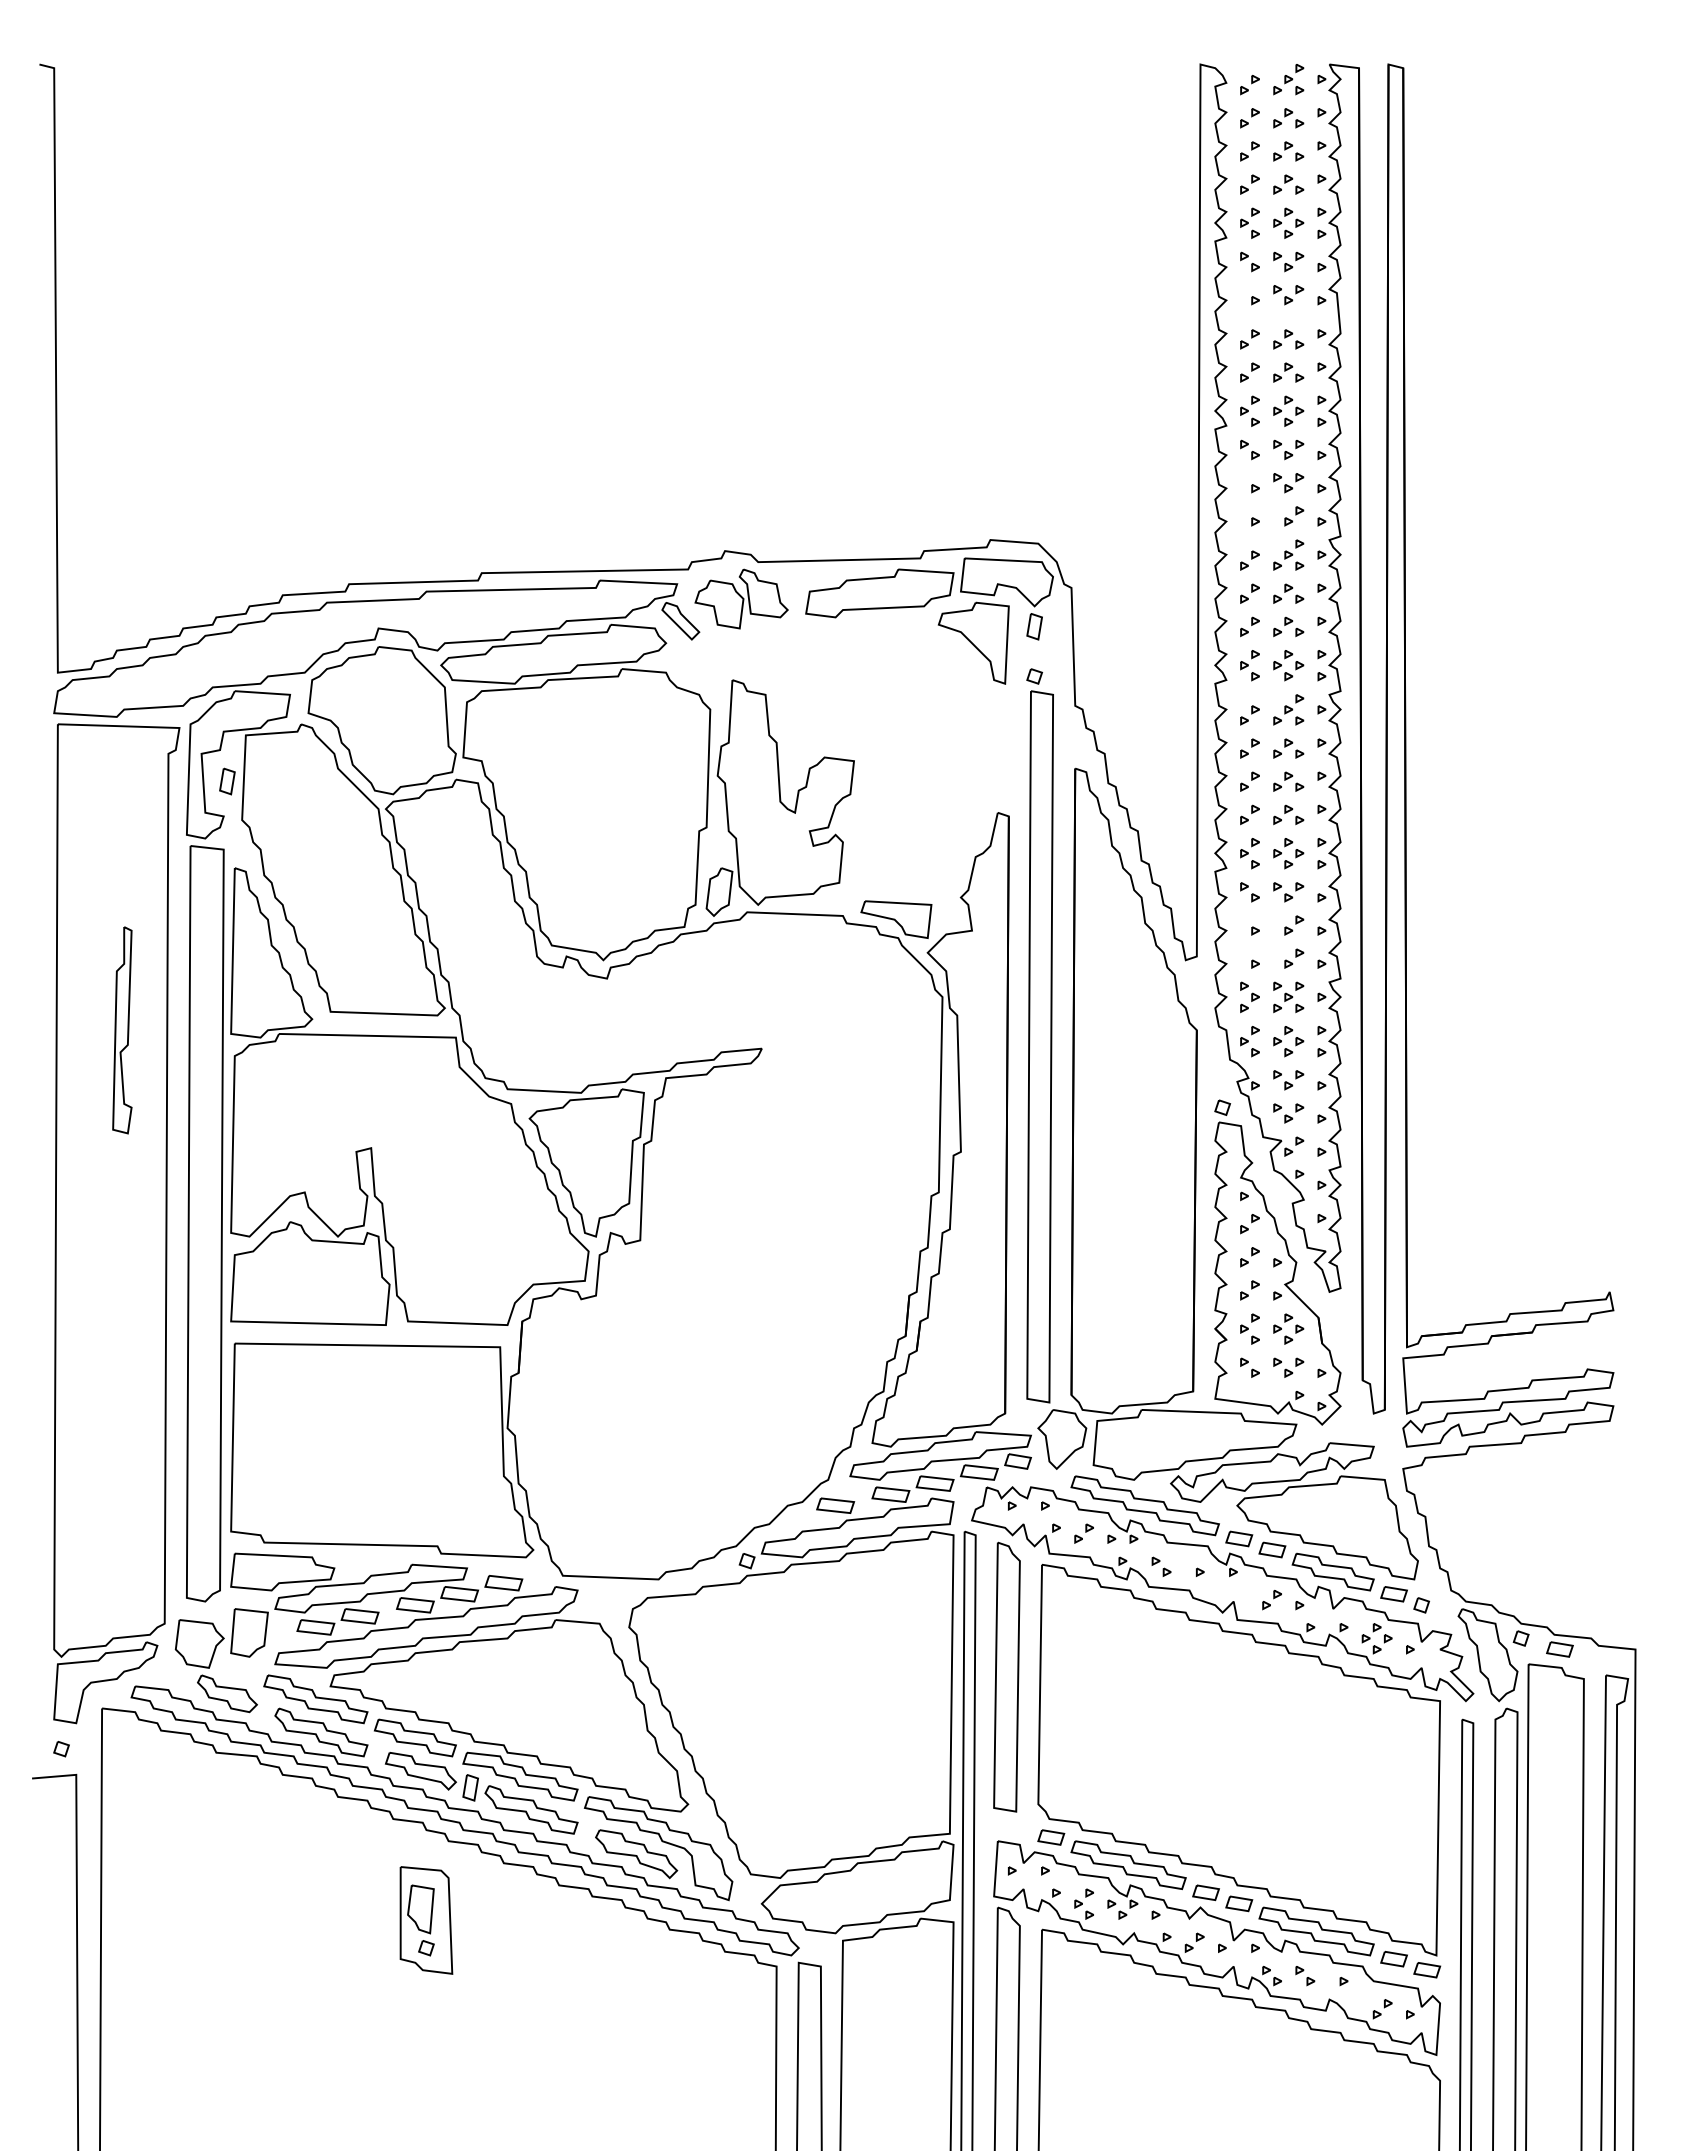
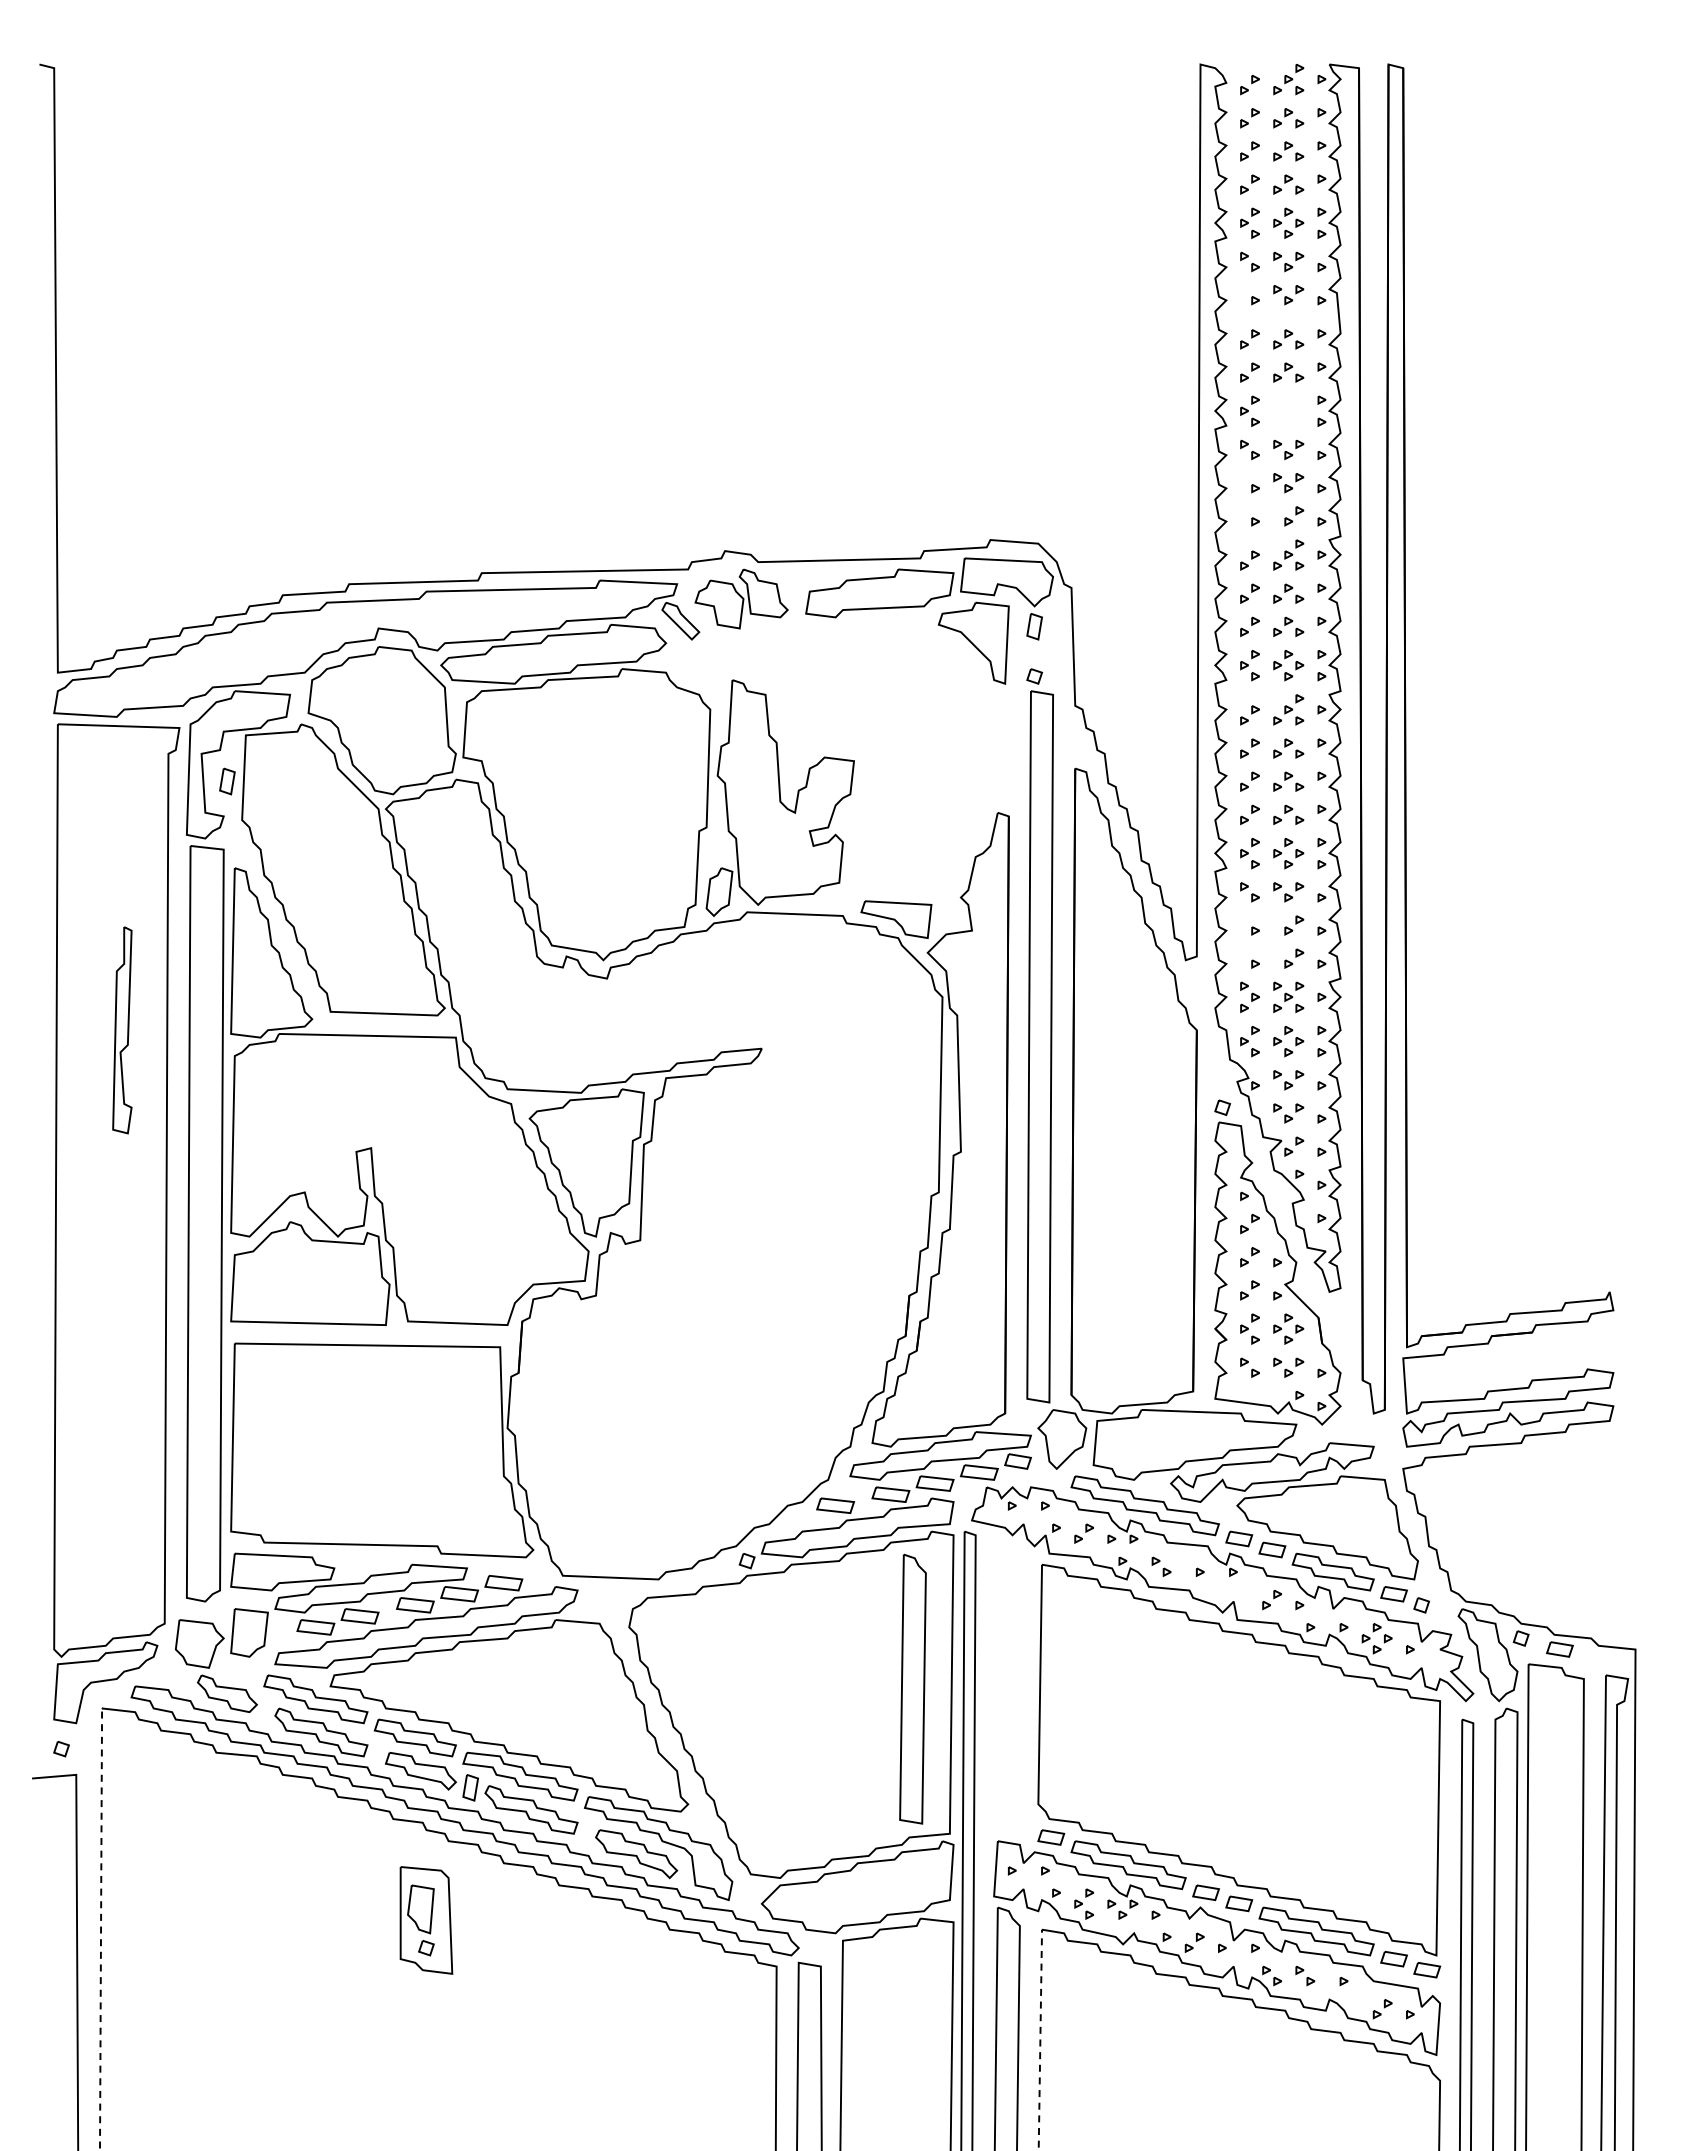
part at (1285, 404): present -> none
part at (1006, 1676) position: (1006, 1676) -> (912, 1688)
line at (101, 1928): solid -> dashed
line at (1040, 2039): solid -> dashed
